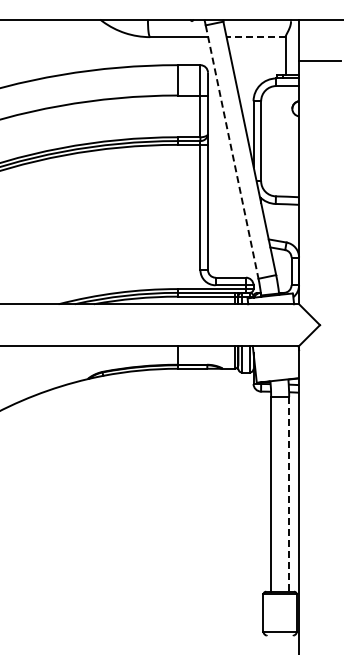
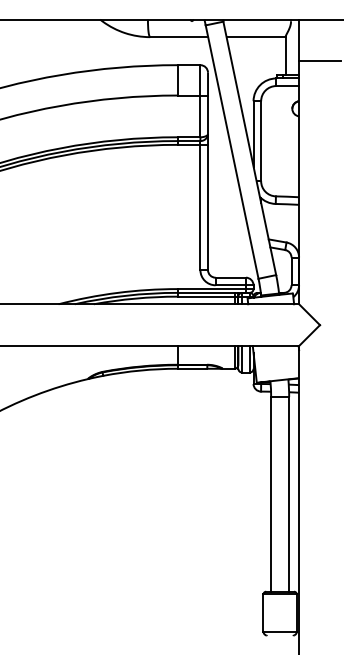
line at (255, 37): dashed -> solid
line at (232, 152): dashed -> solid
line at (289, 494): dashed -> solid
